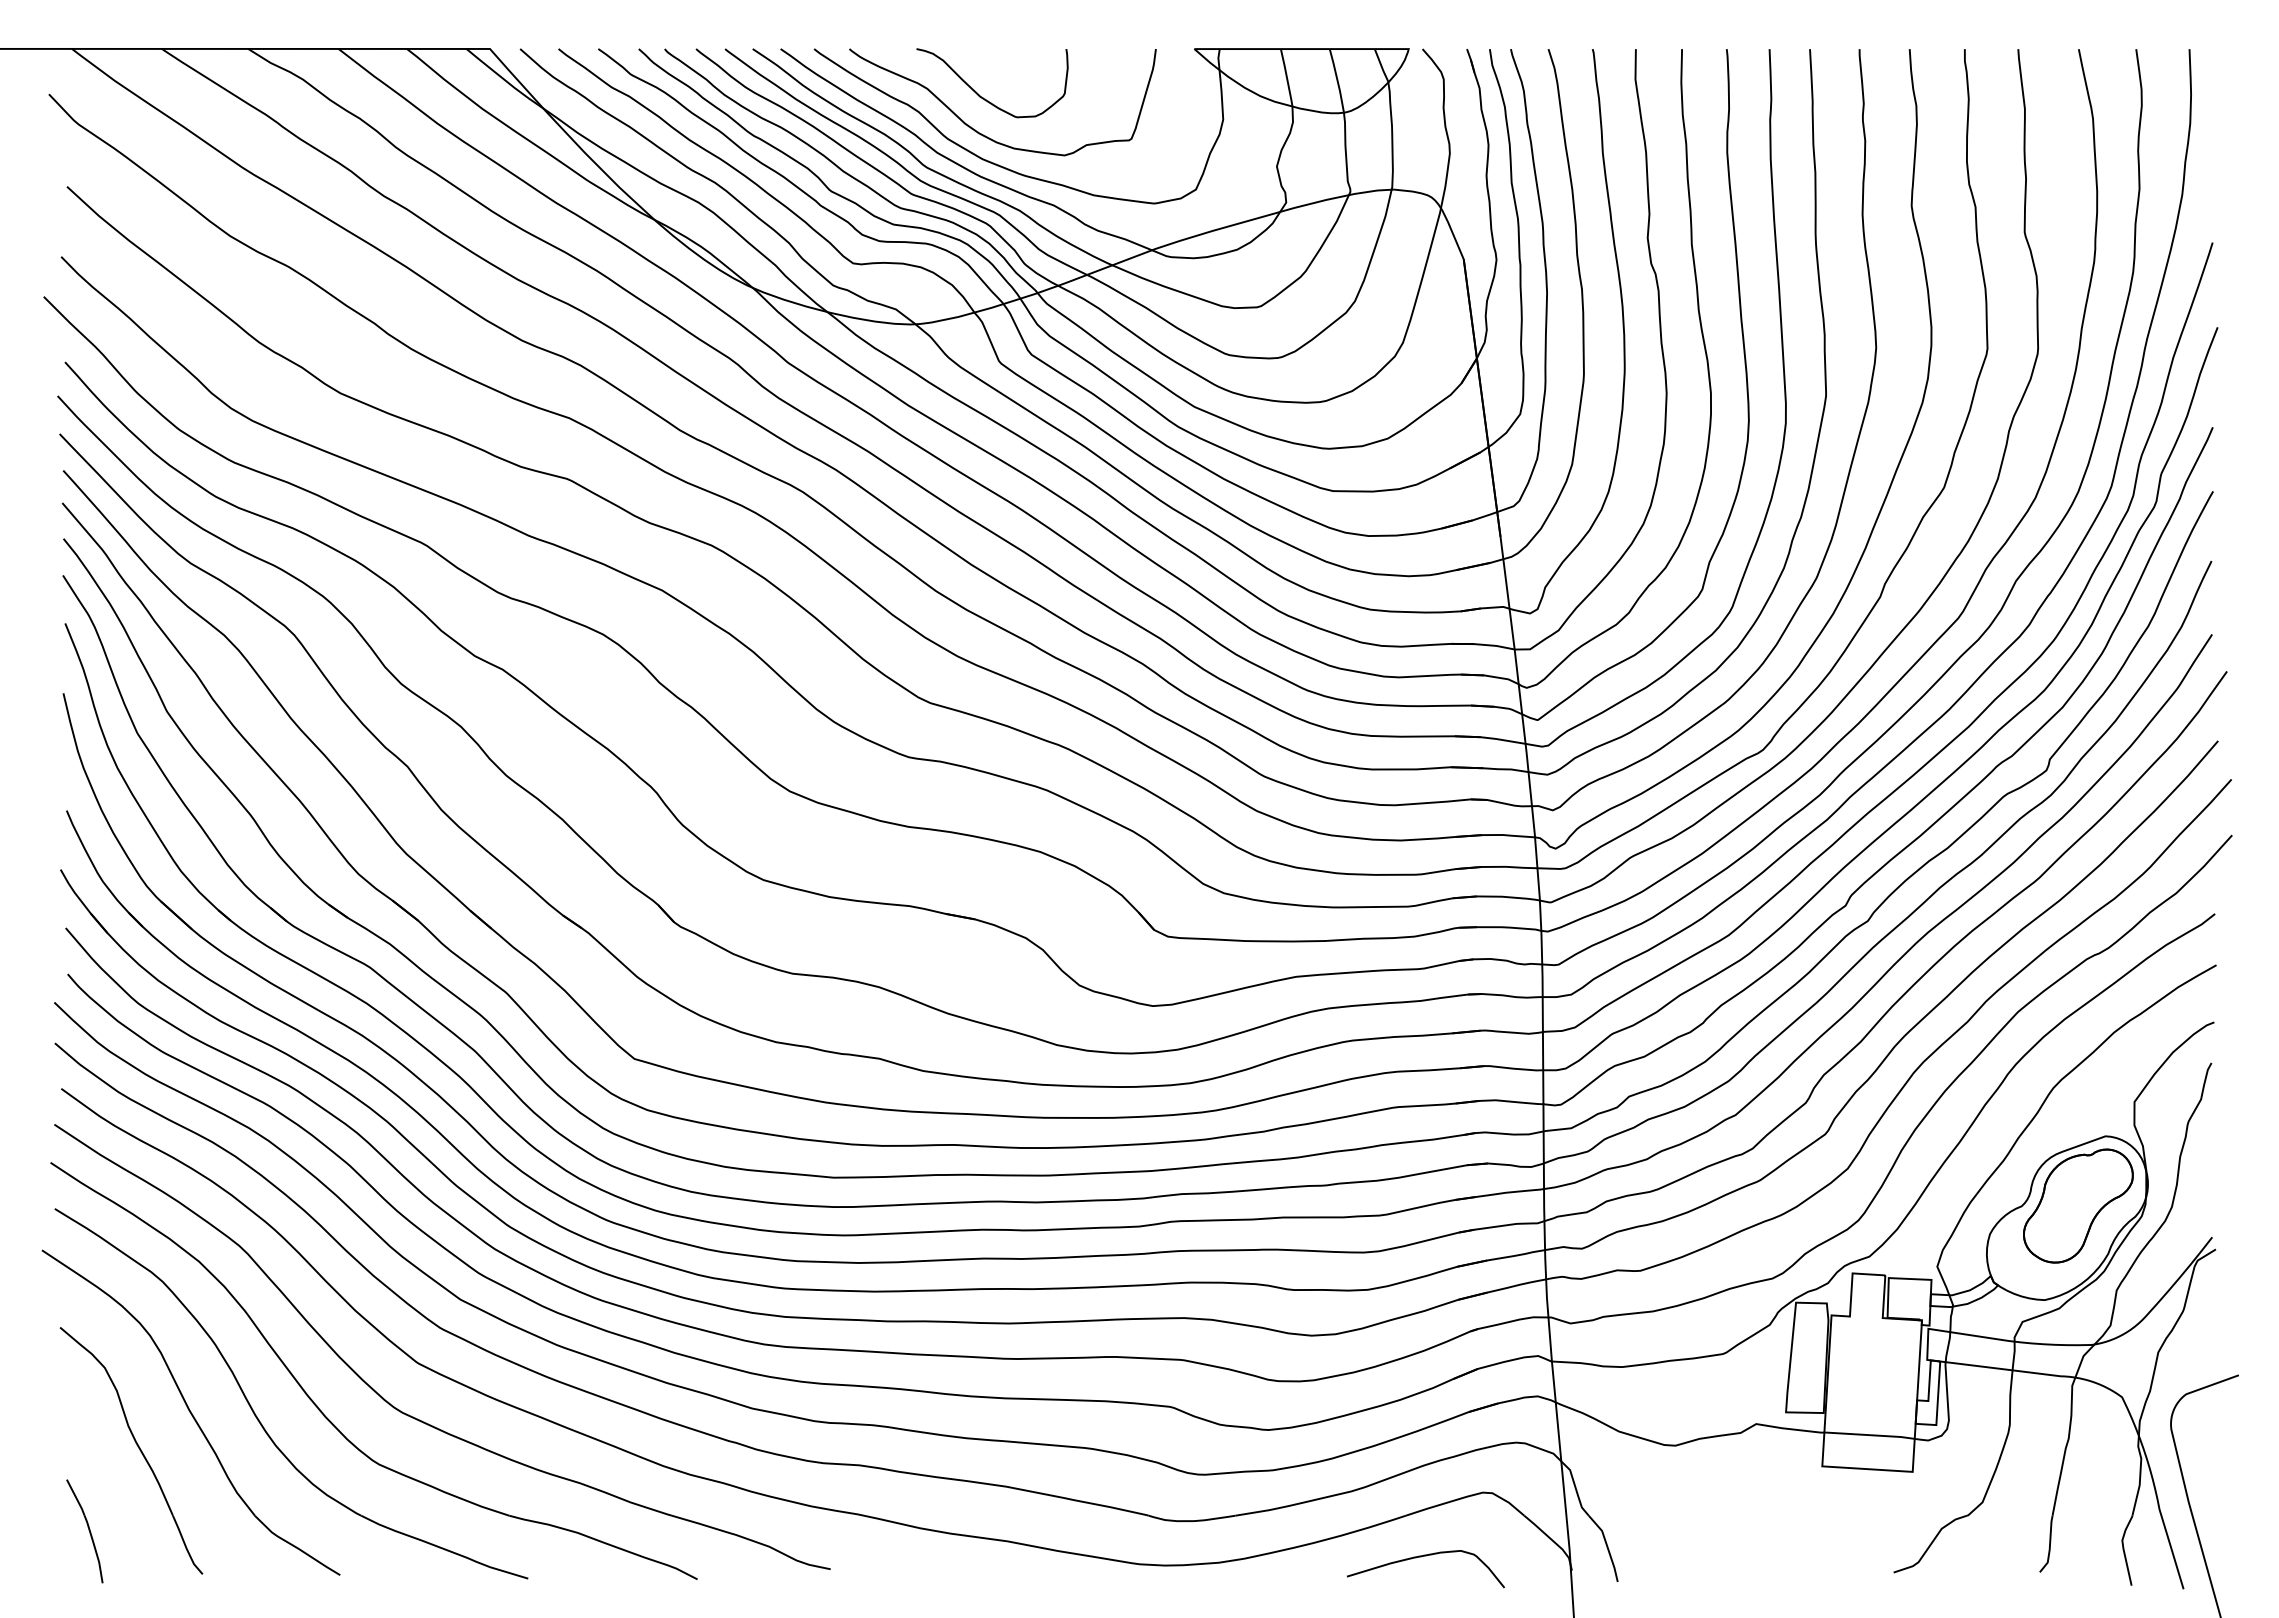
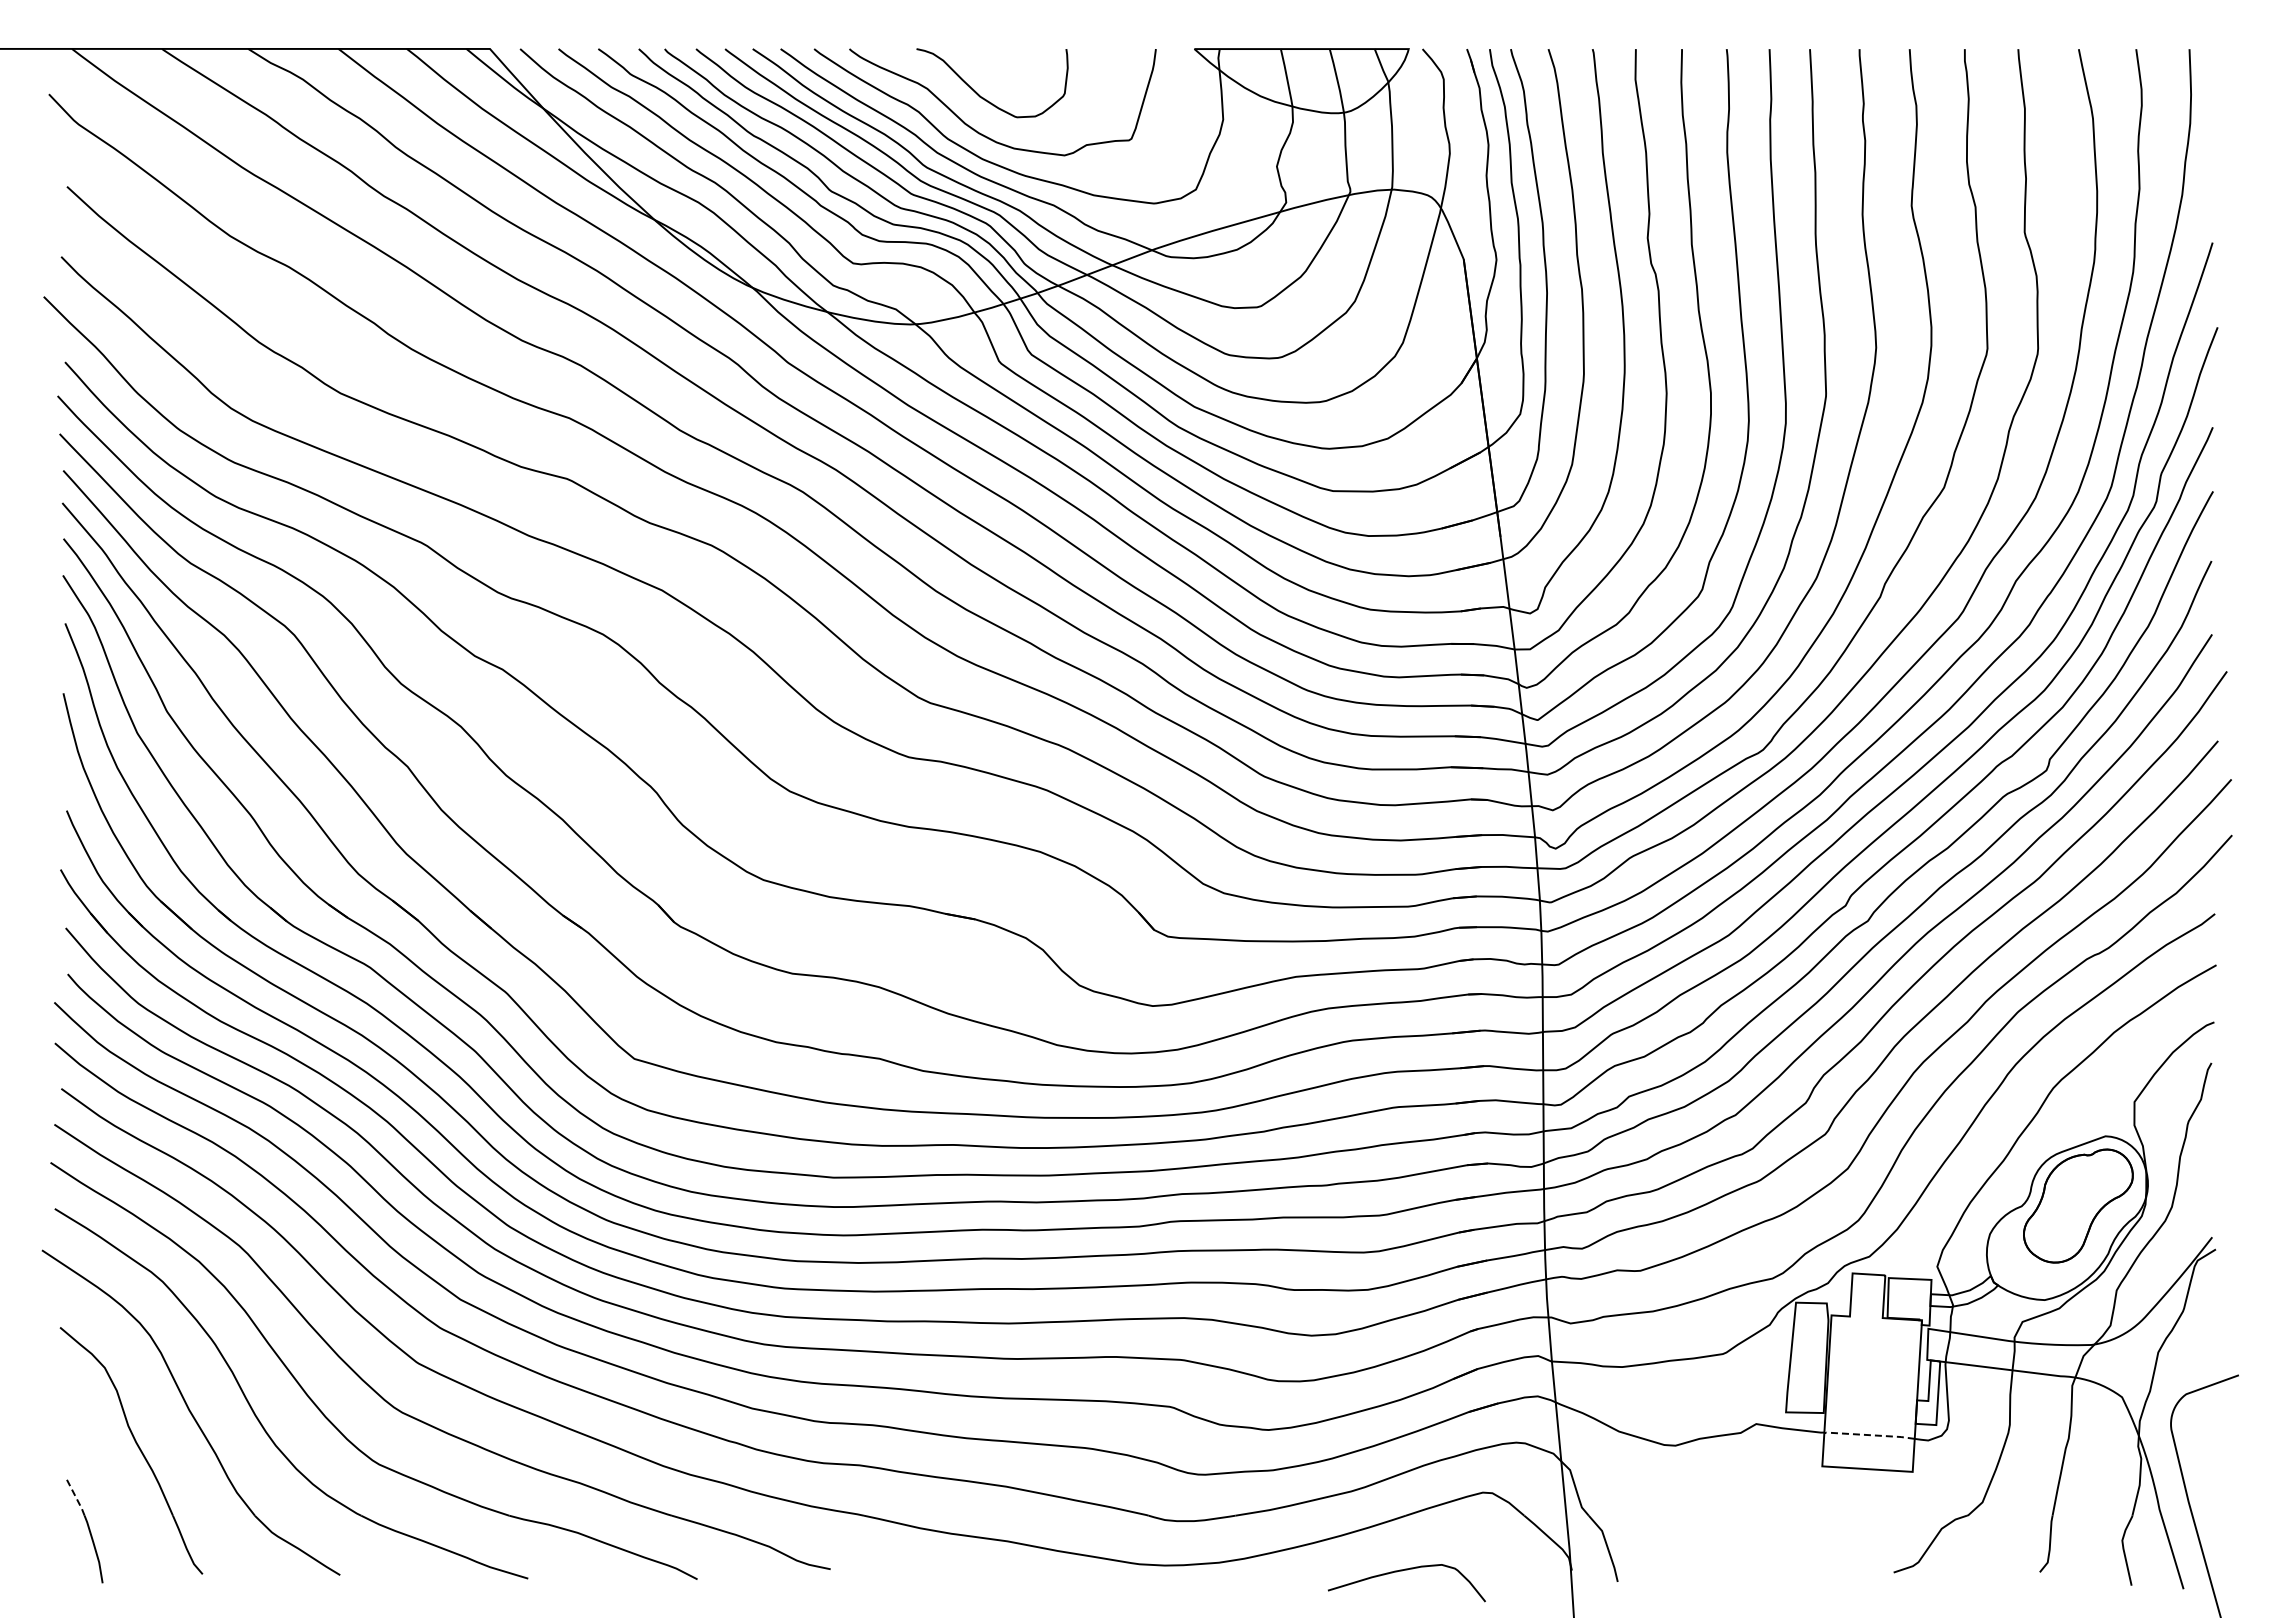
line at (1869, 1435): solid -> dashed
line at (76, 1498): solid -> dashed
curve at (1421, 1557) position: (1421, 1557) -> (1402, 1571)
